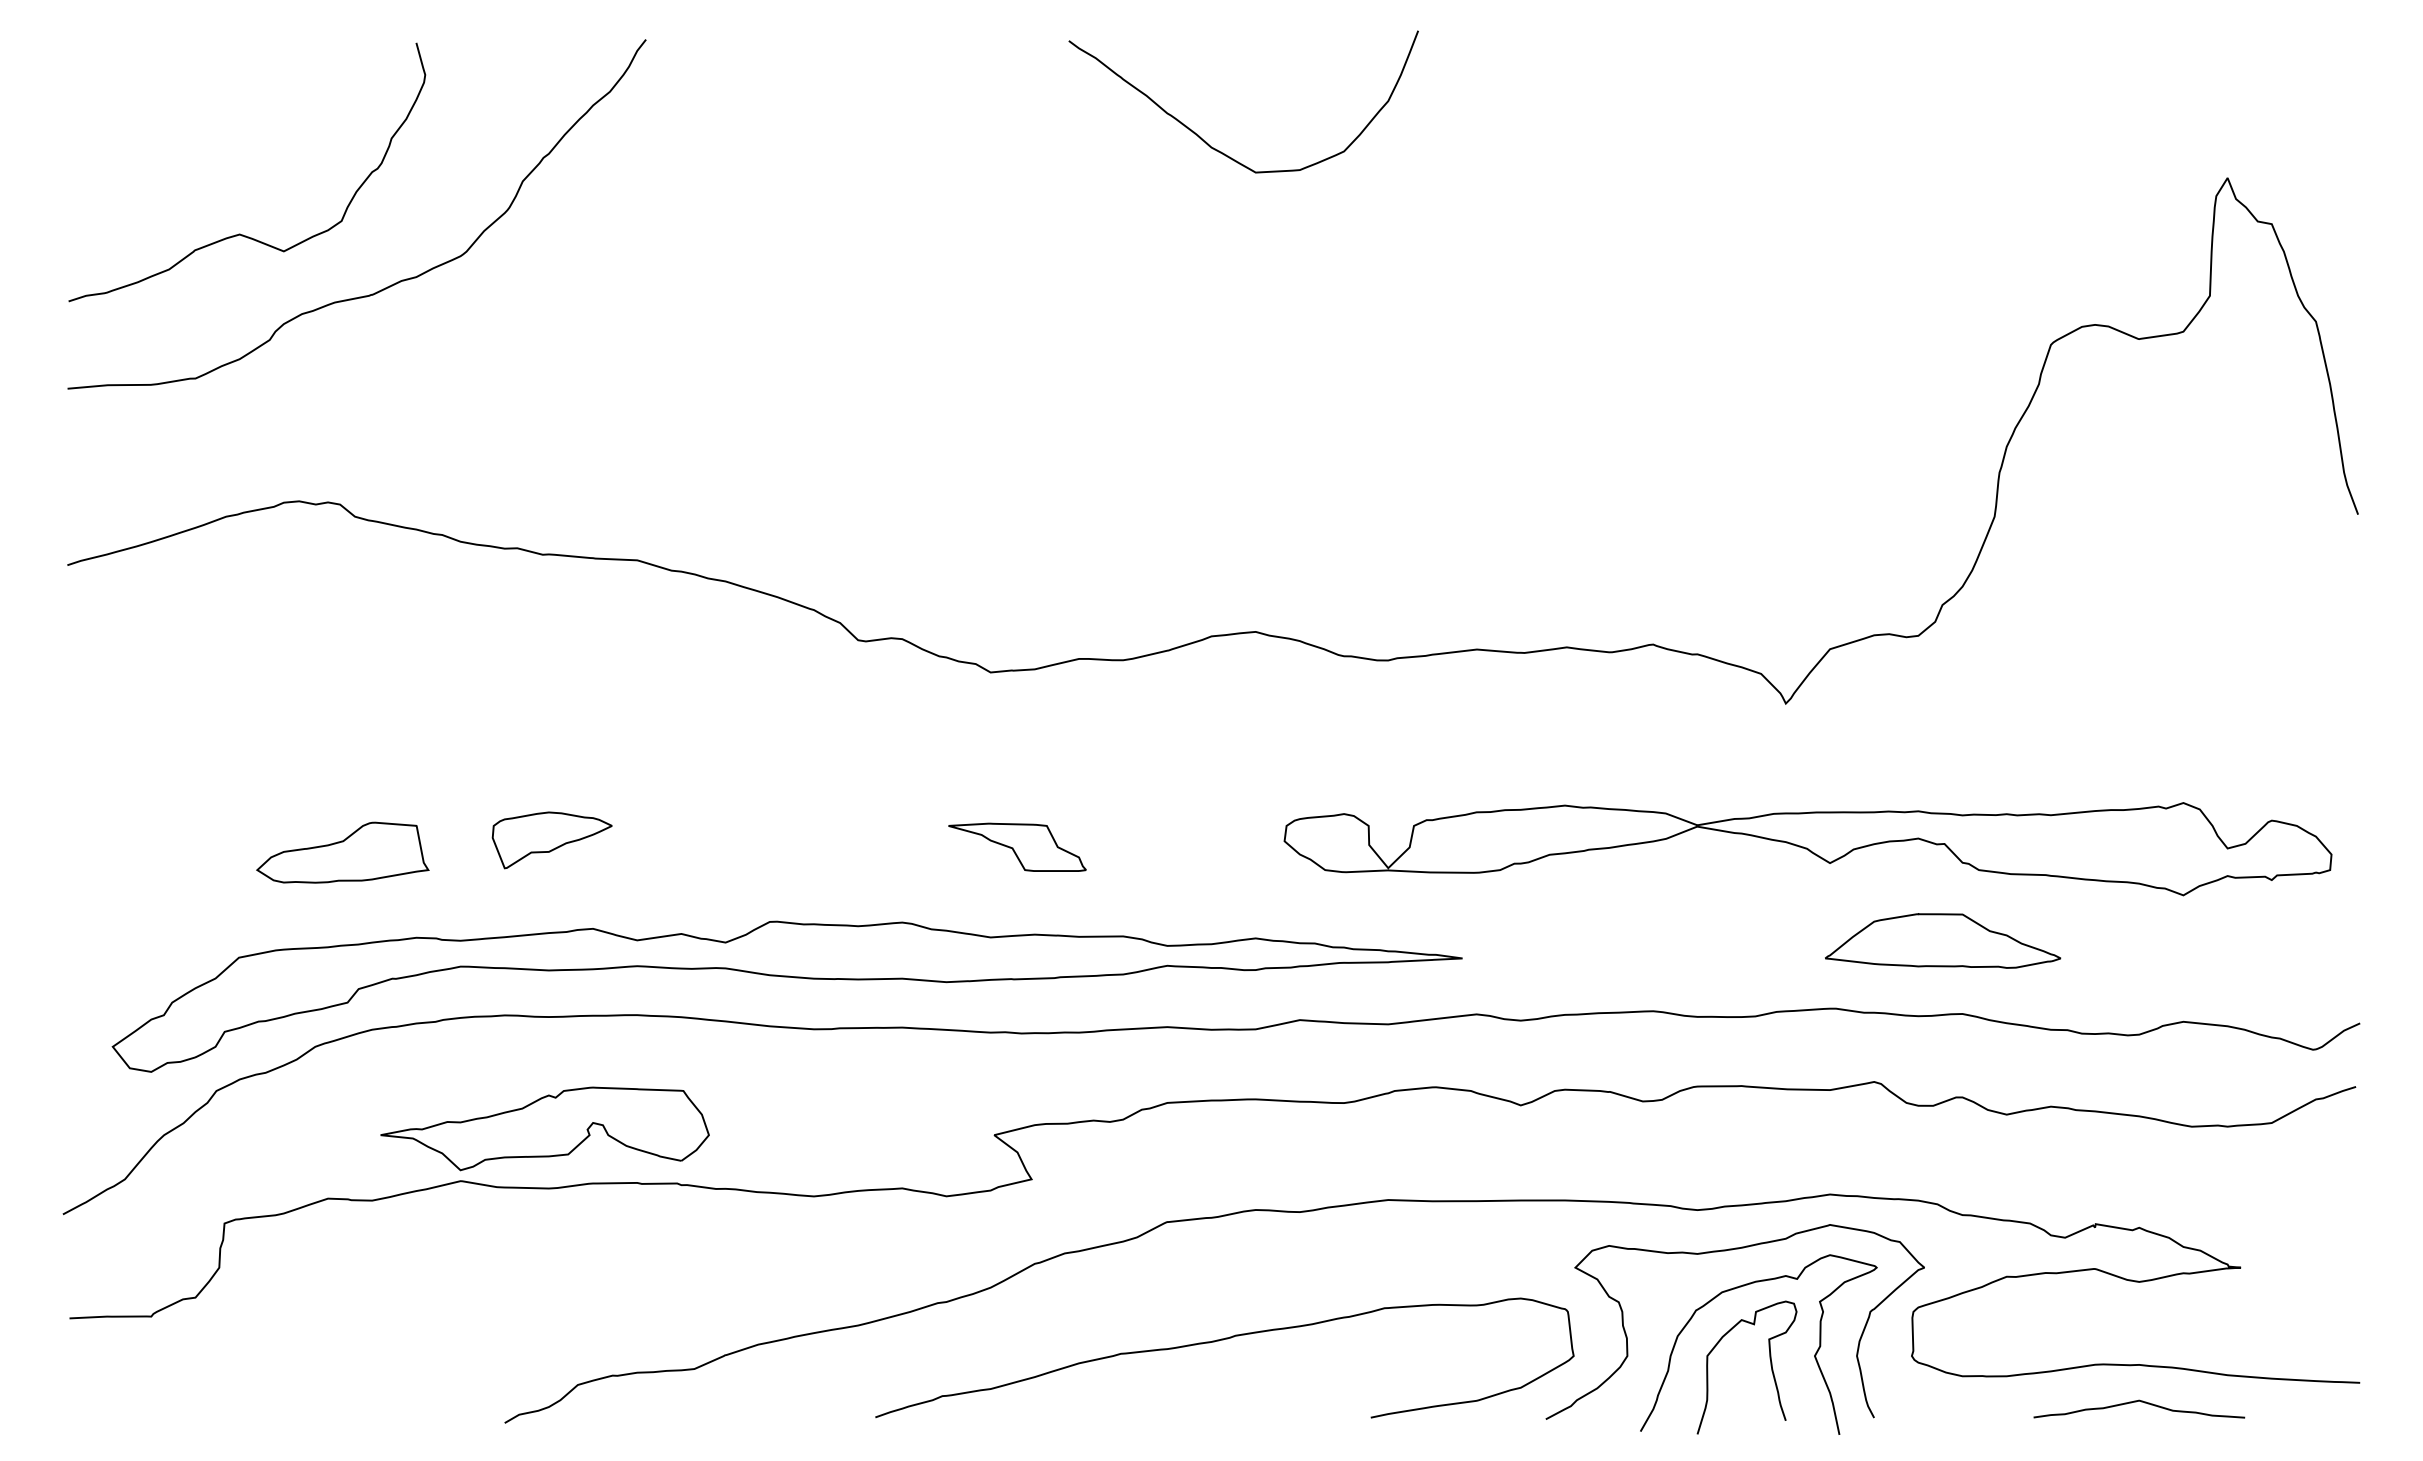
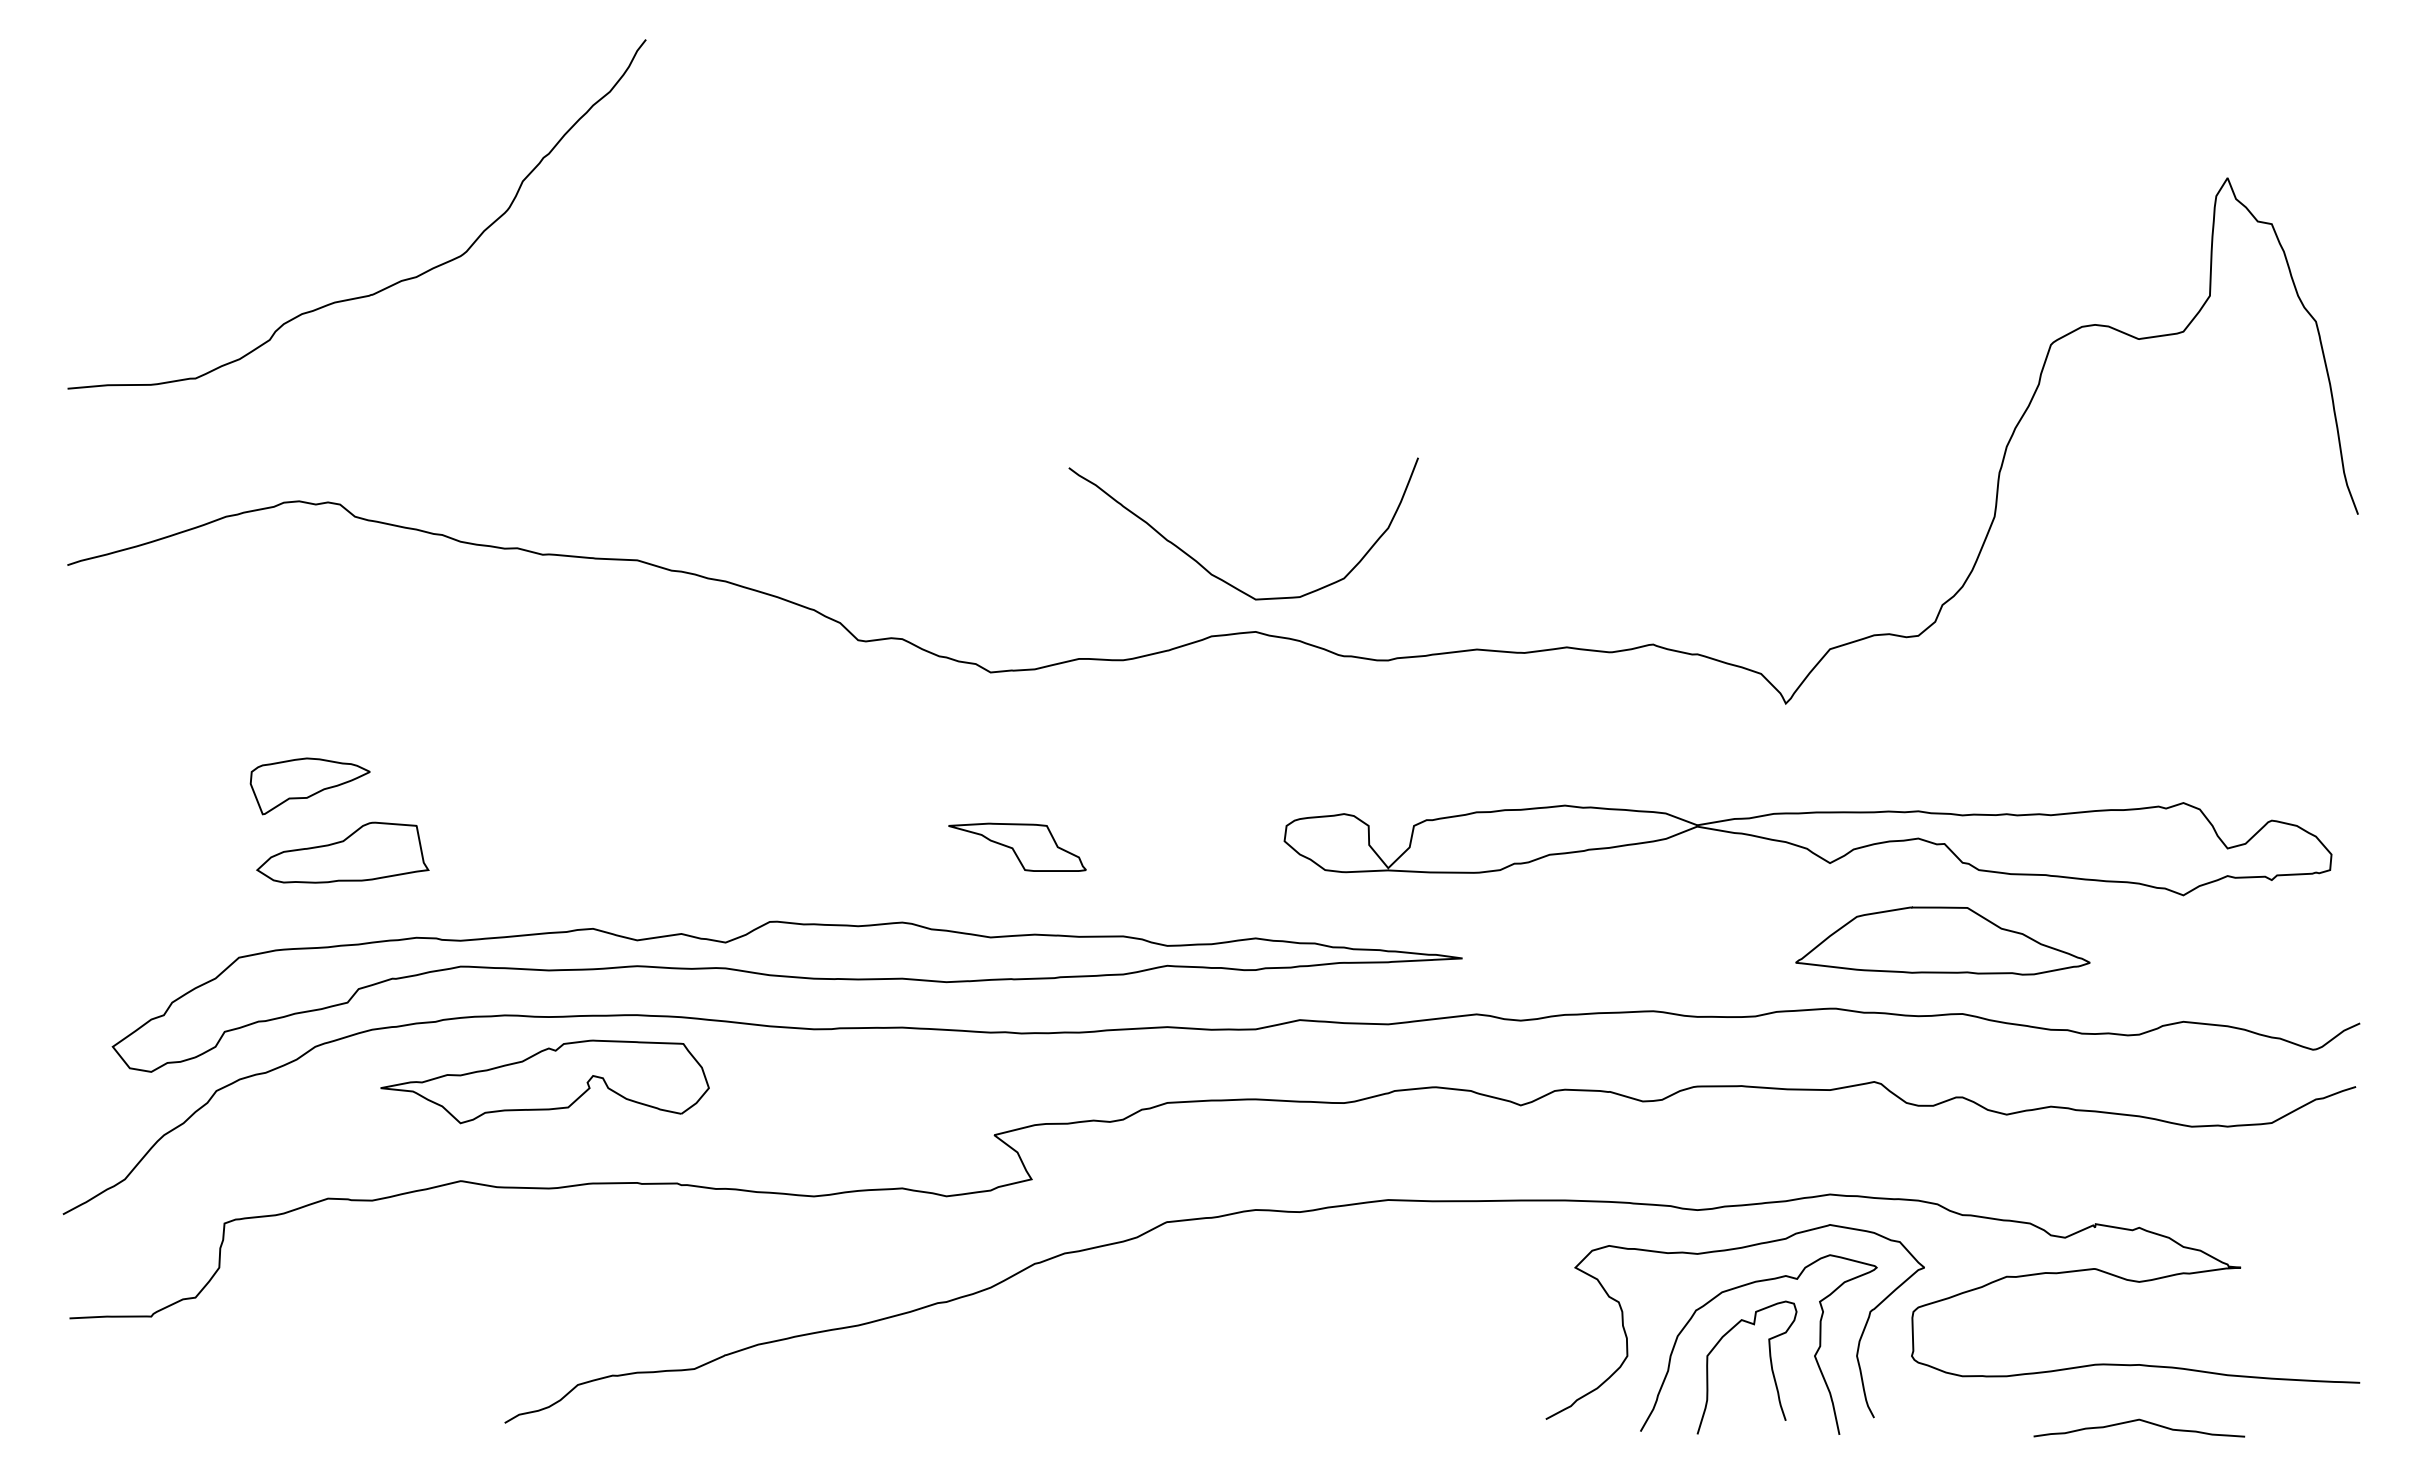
curve at (1206, 141) position: (1206, 141) -> (1206, 568)
curve at (240, 233): present -> none
part at (551, 840) position: (551, 840) -> (309, 786)
part at (1943, 940) size: 237x56 px -> 296x70 px
part at (544, 1128) position: (544, 1128) -> (544, 1081)
curve at (1219, 1341): present -> none
curve at (2141, 1402) position: (2141, 1402) -> (2141, 1421)
